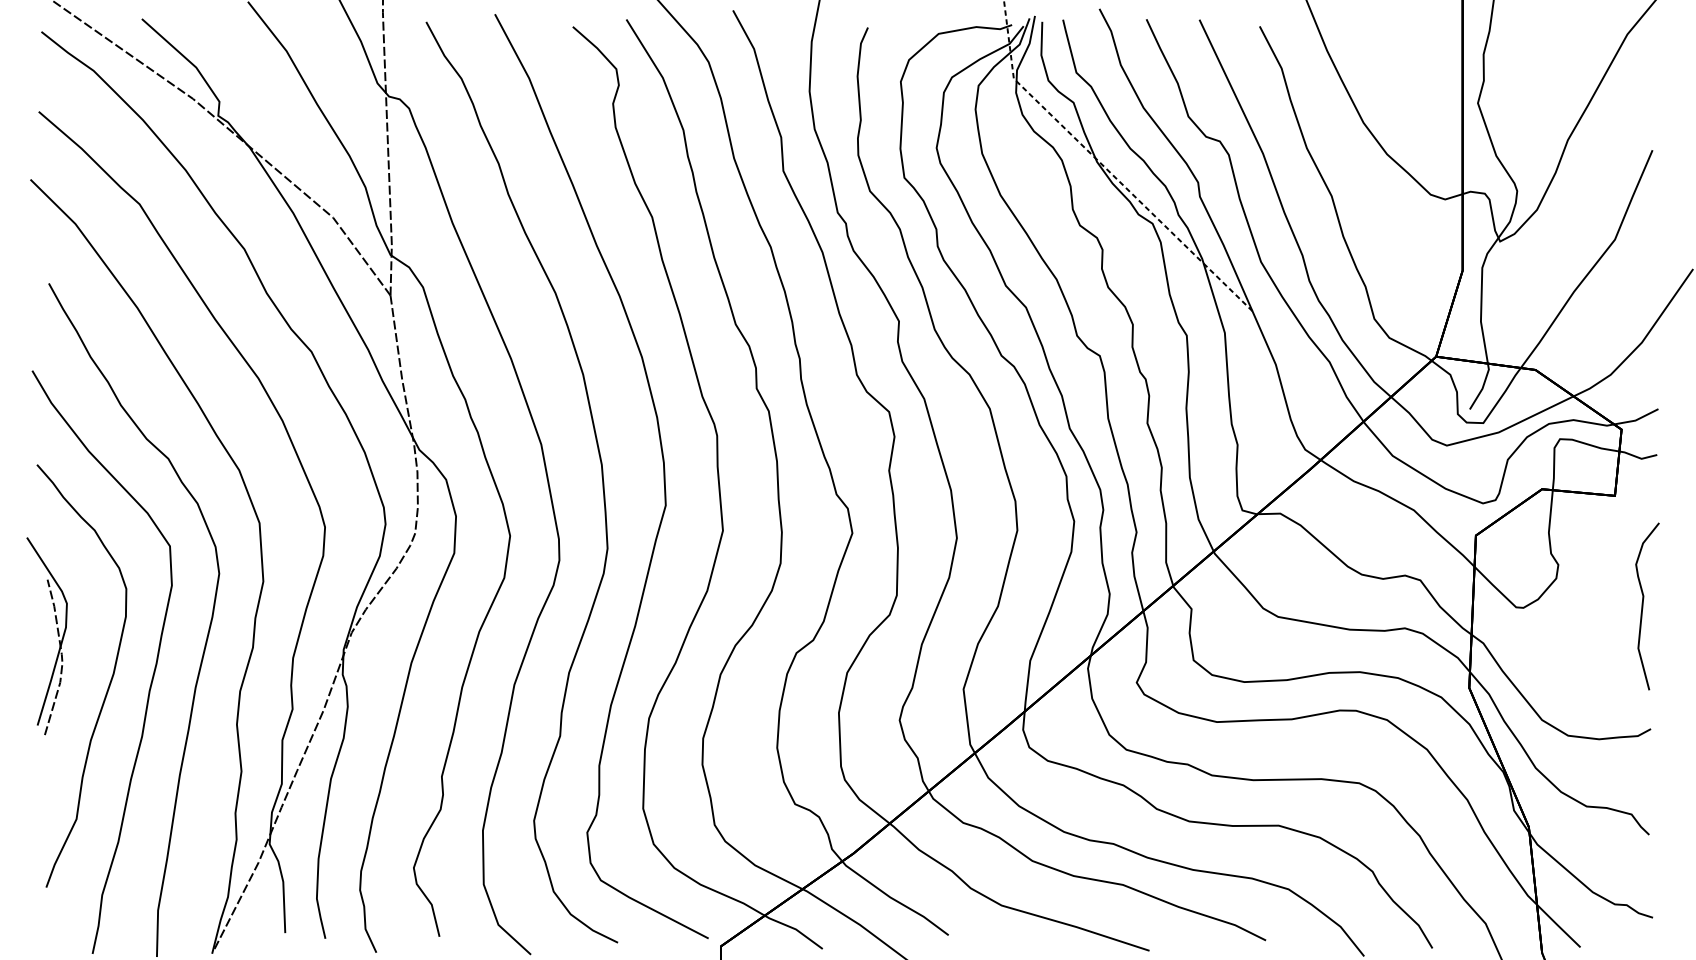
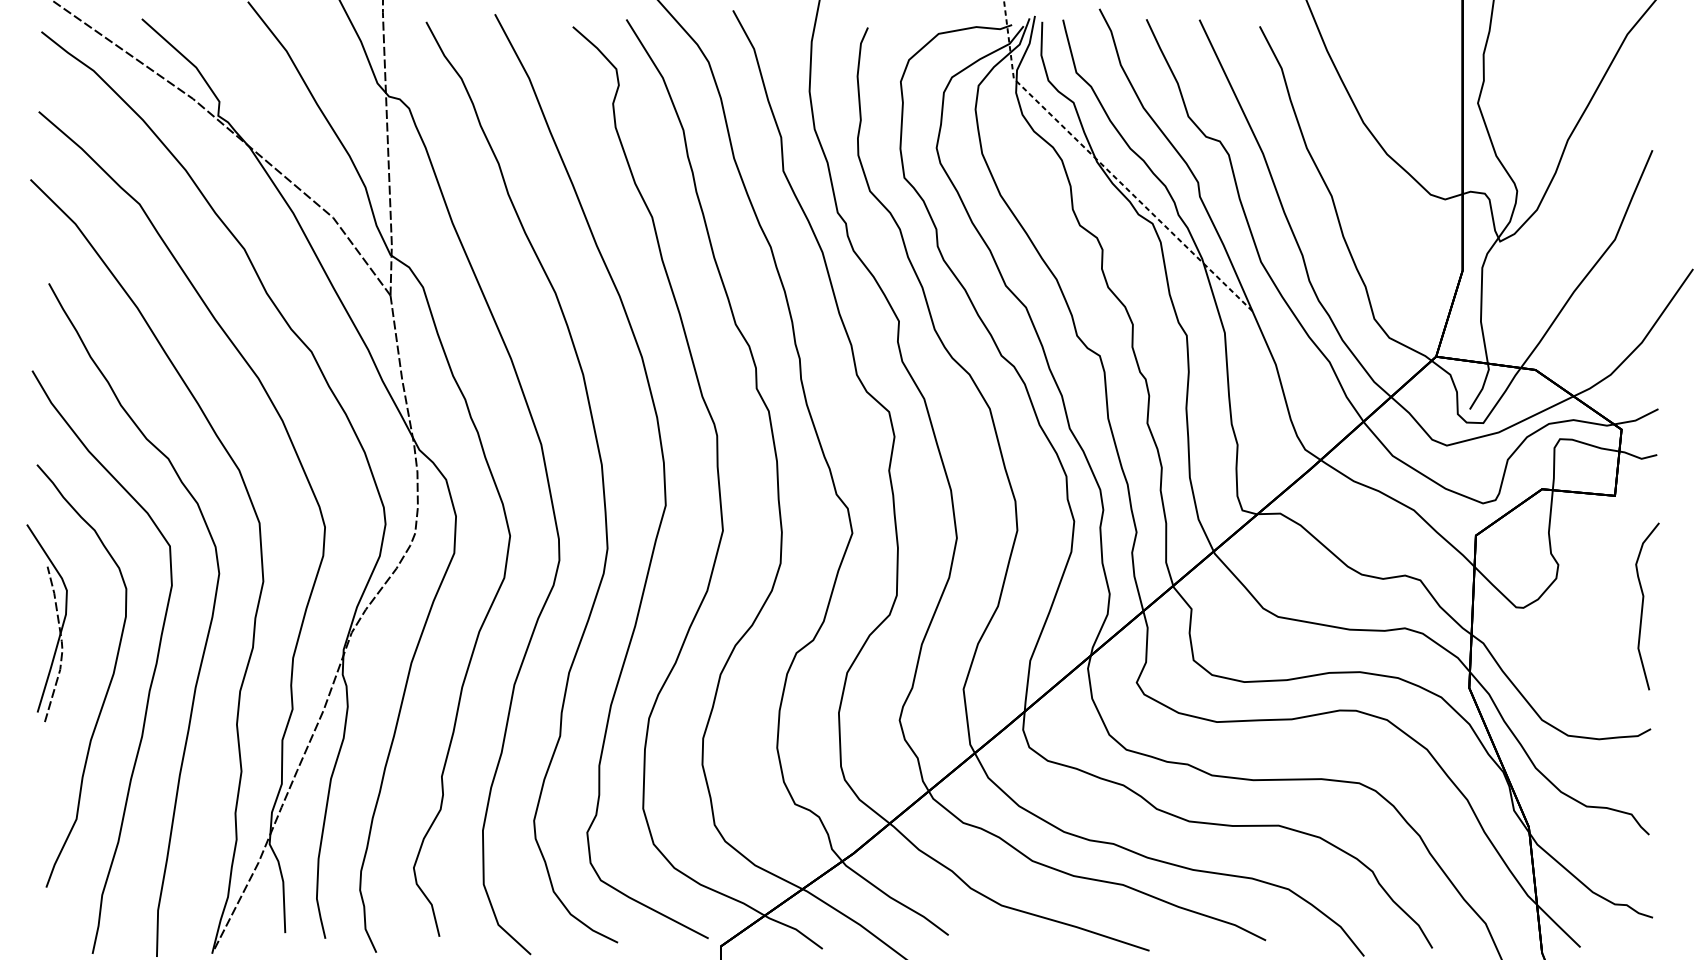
part at (57, 635) position: (57, 635) -> (57, 622)
